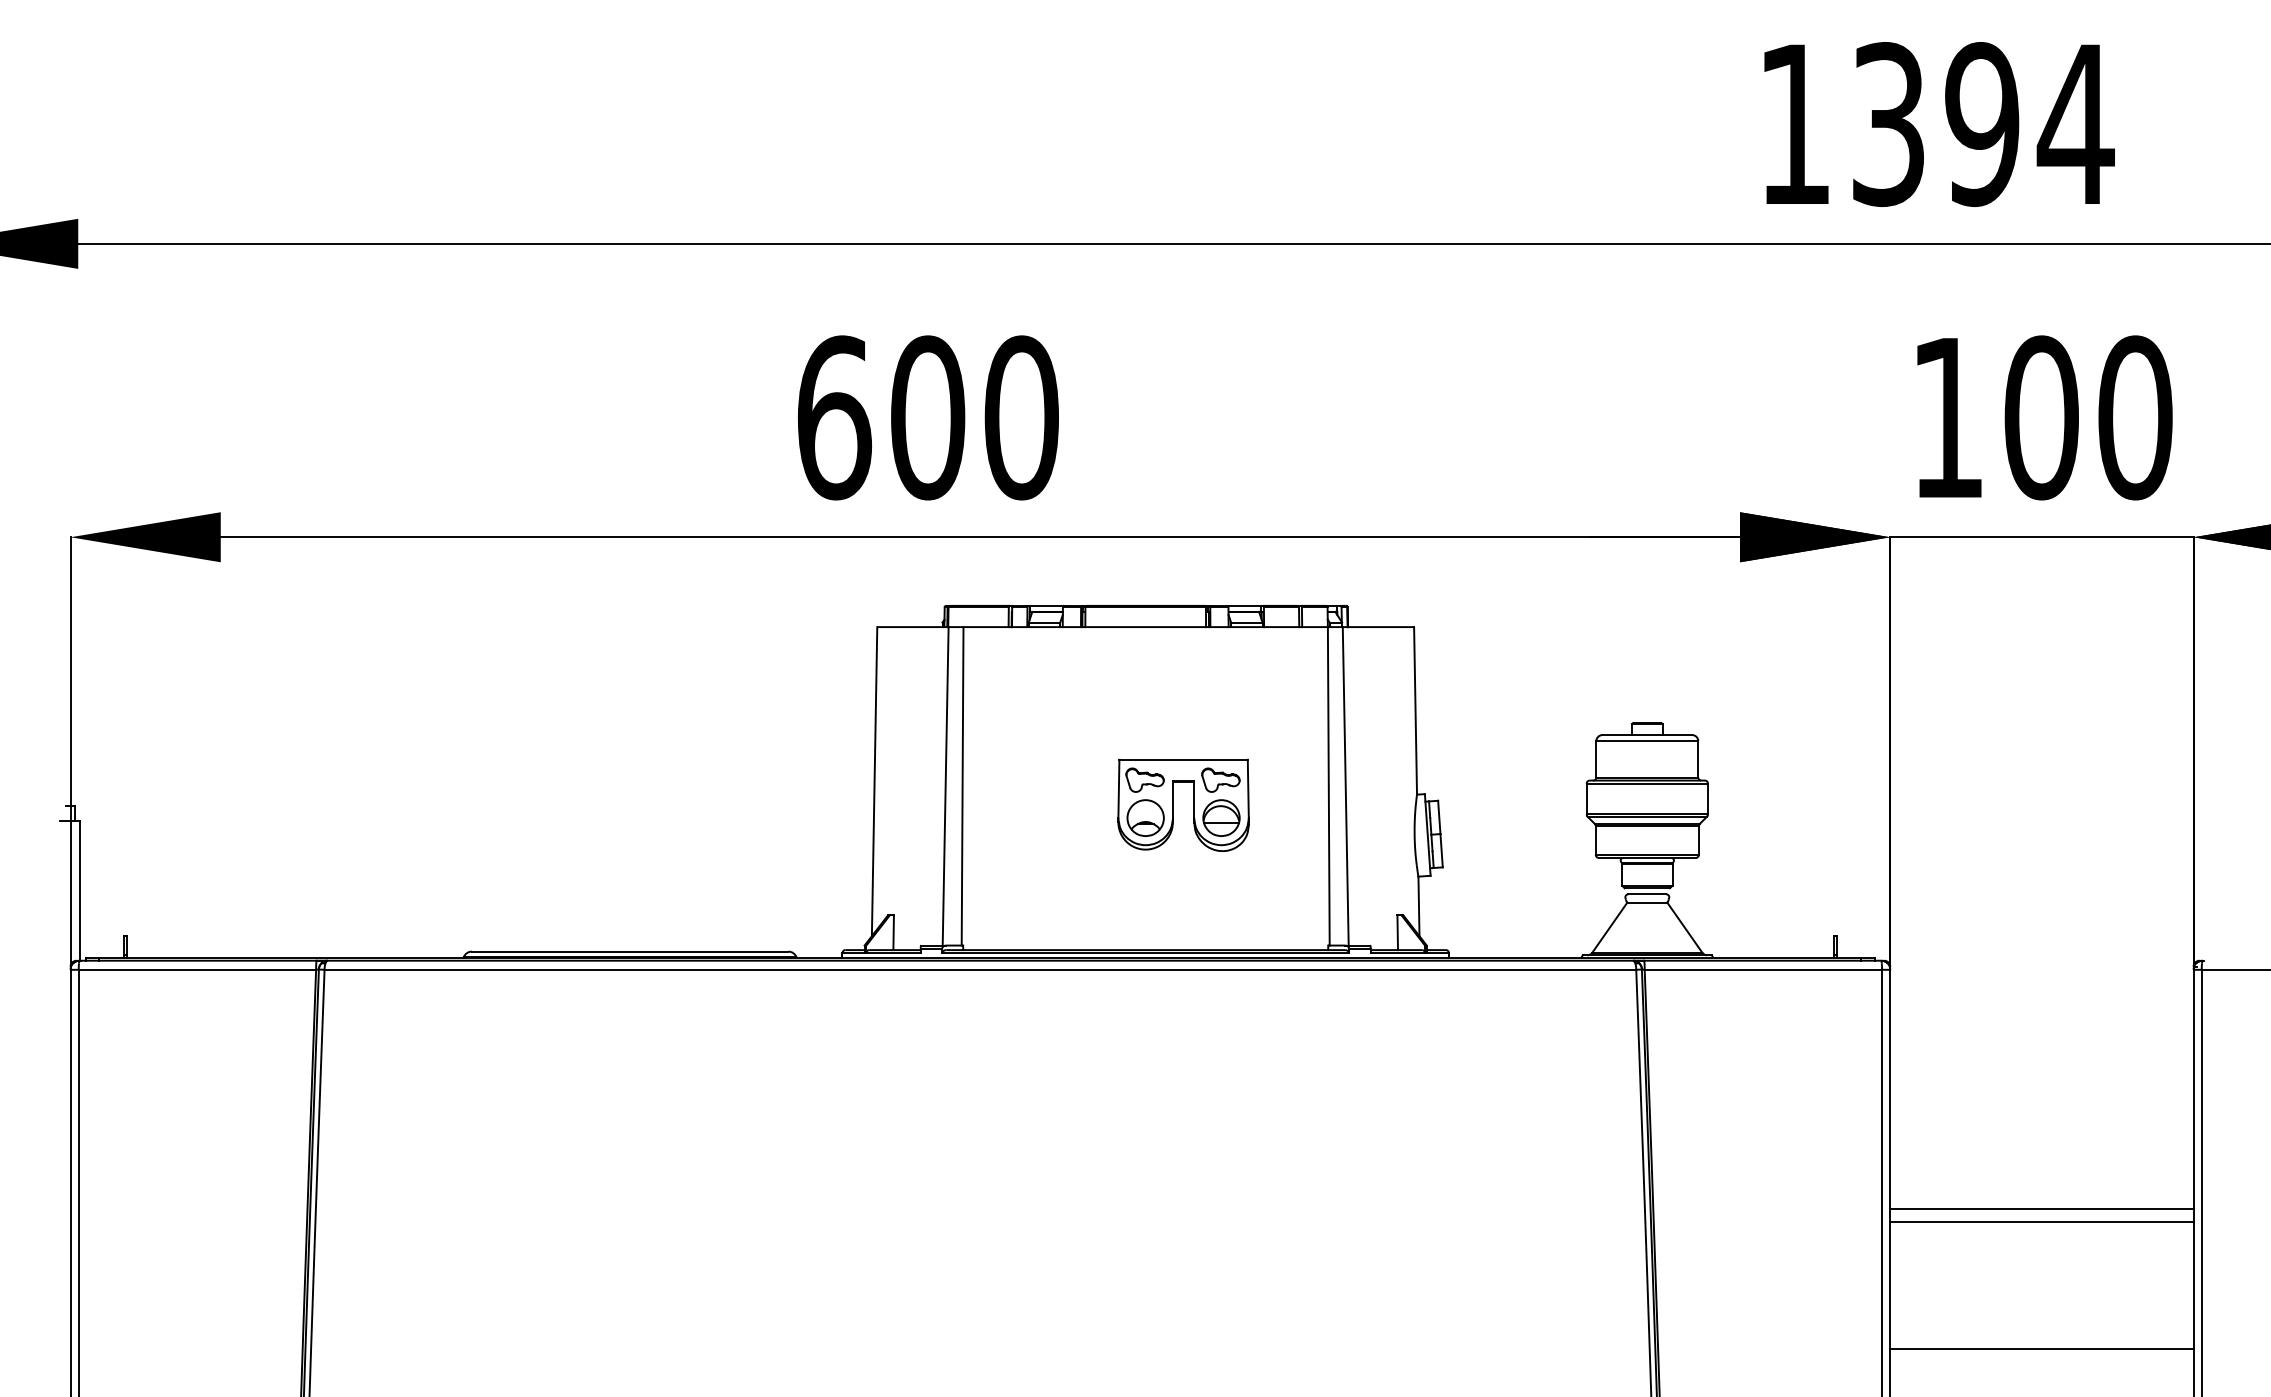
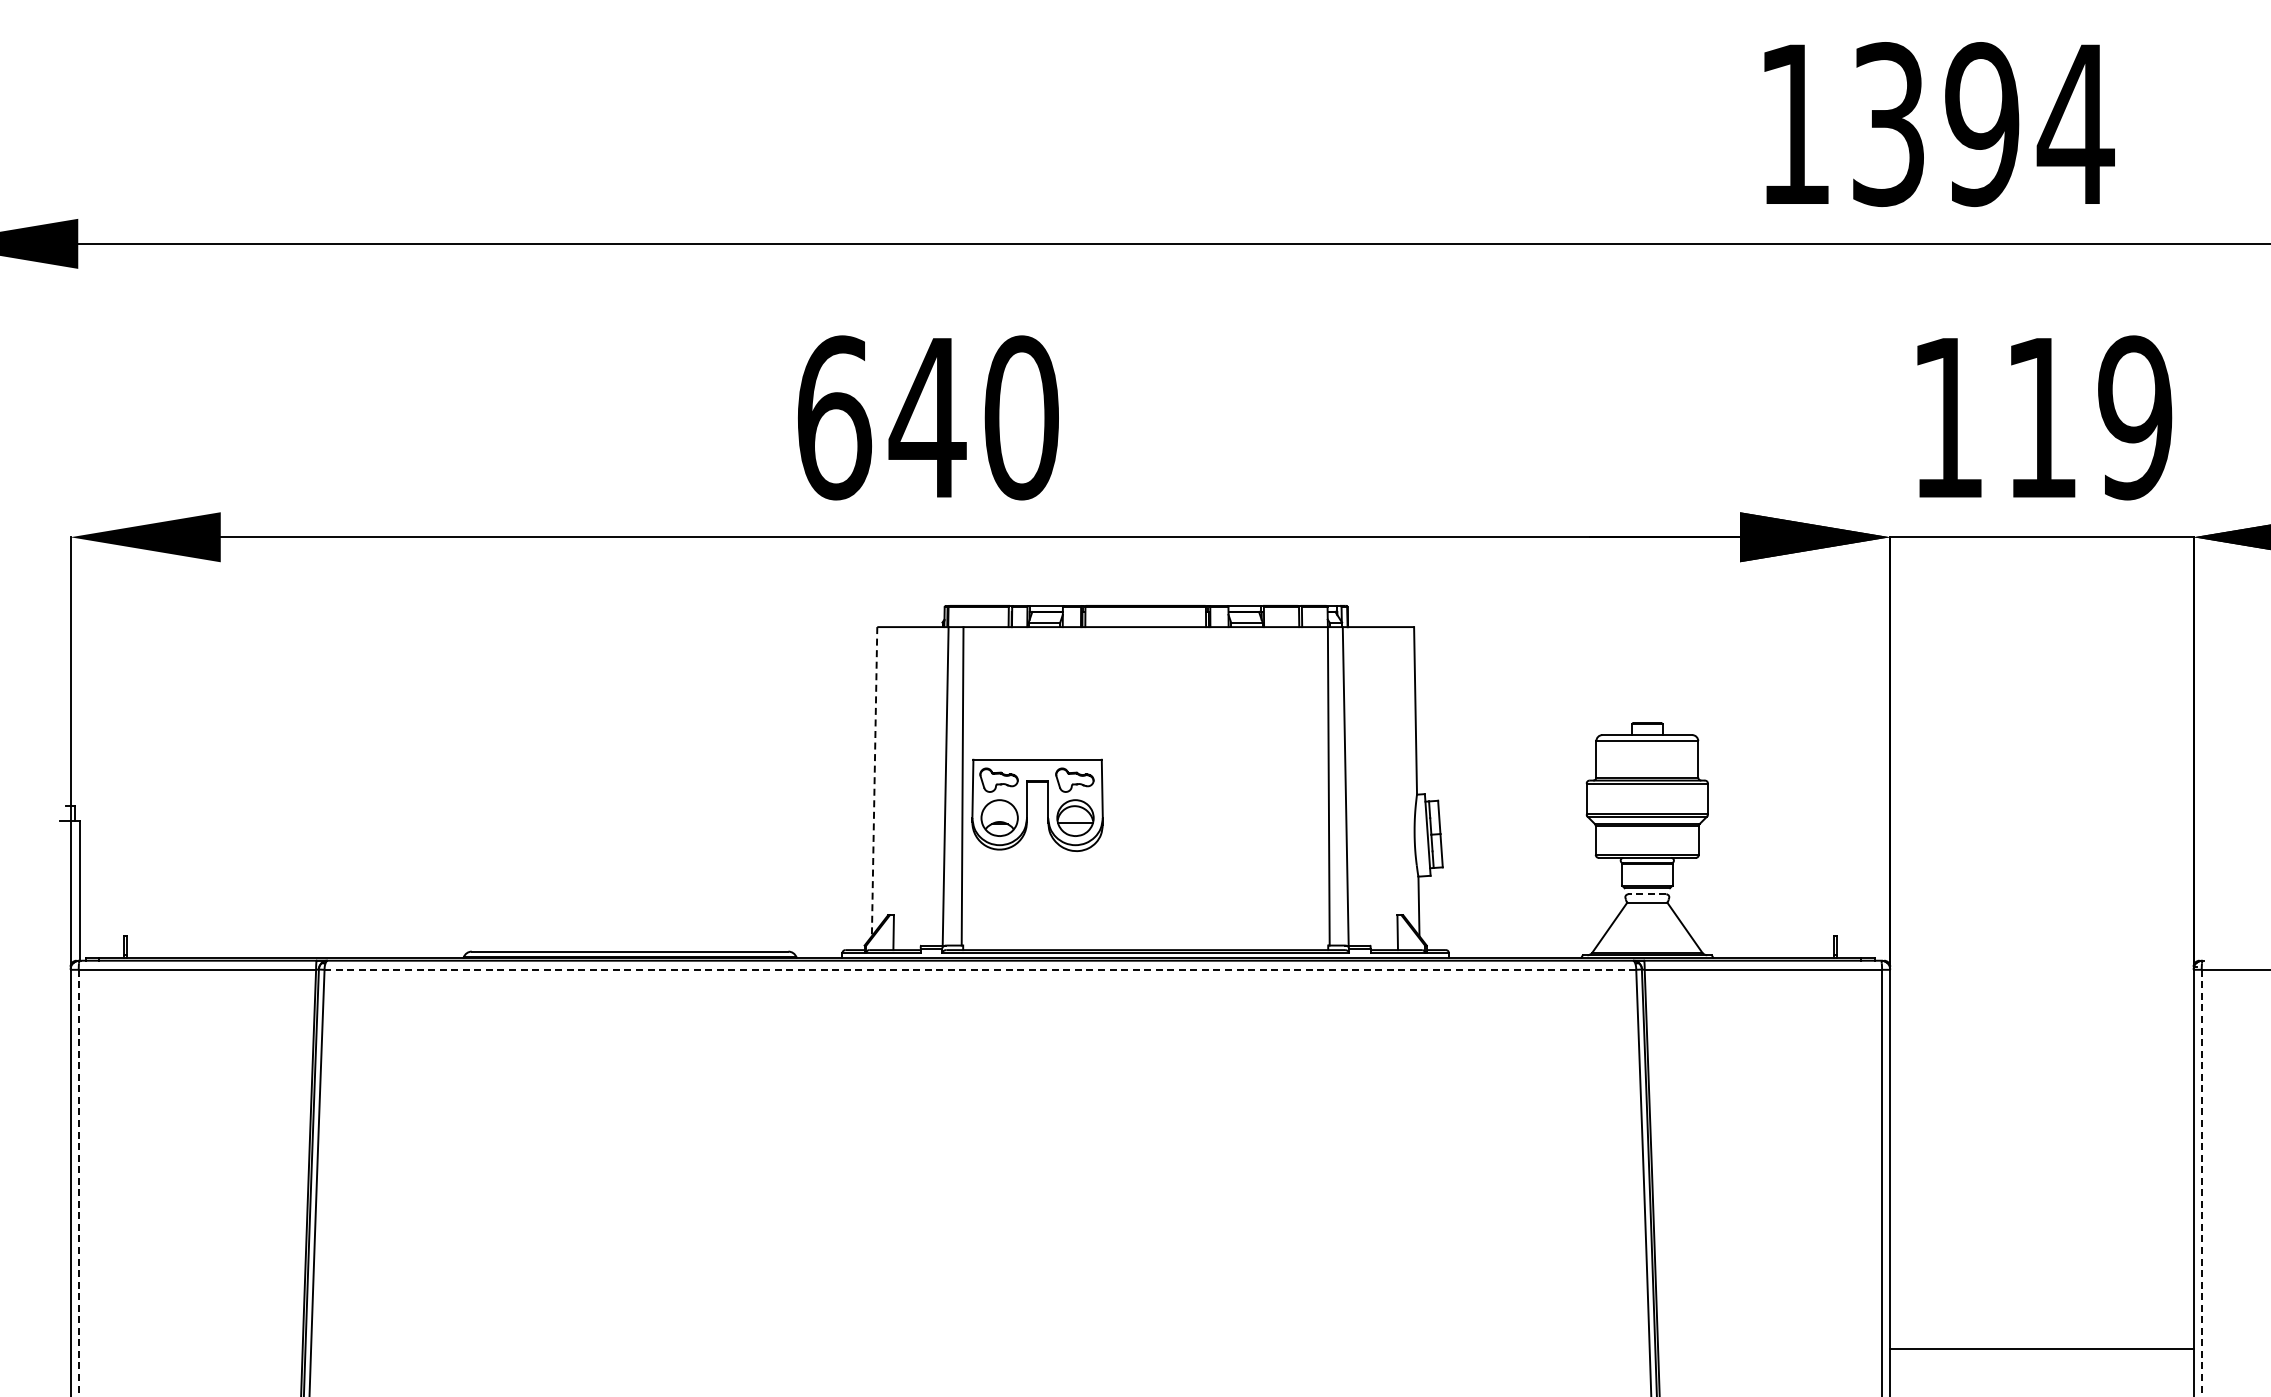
text at (927, 417): 600 -> 640
text at (2088, 417): 100 -> 119
line at (874, 781): solid -> dashed
part at (1173, 804) position: (1173, 804) -> (1027, 804)
line at (1647, 894): solid -> dashed
line at (980, 969): solid -> dashed
line at (78, 1183): solid -> dashed
line at (2201, 1183): solid -> dashed
line at (2041, 1209): present -> none
line at (2041, 1221): present -> none
